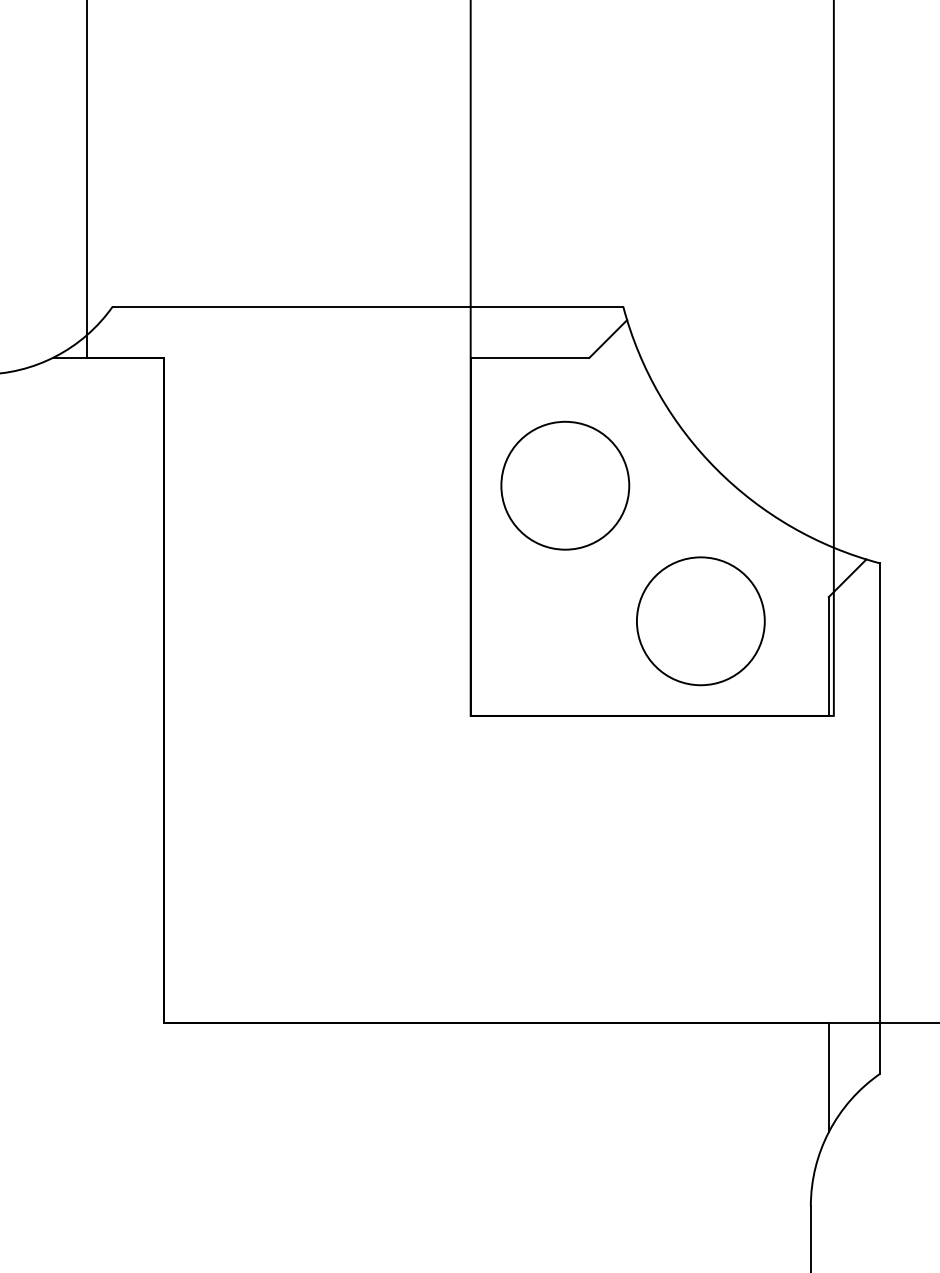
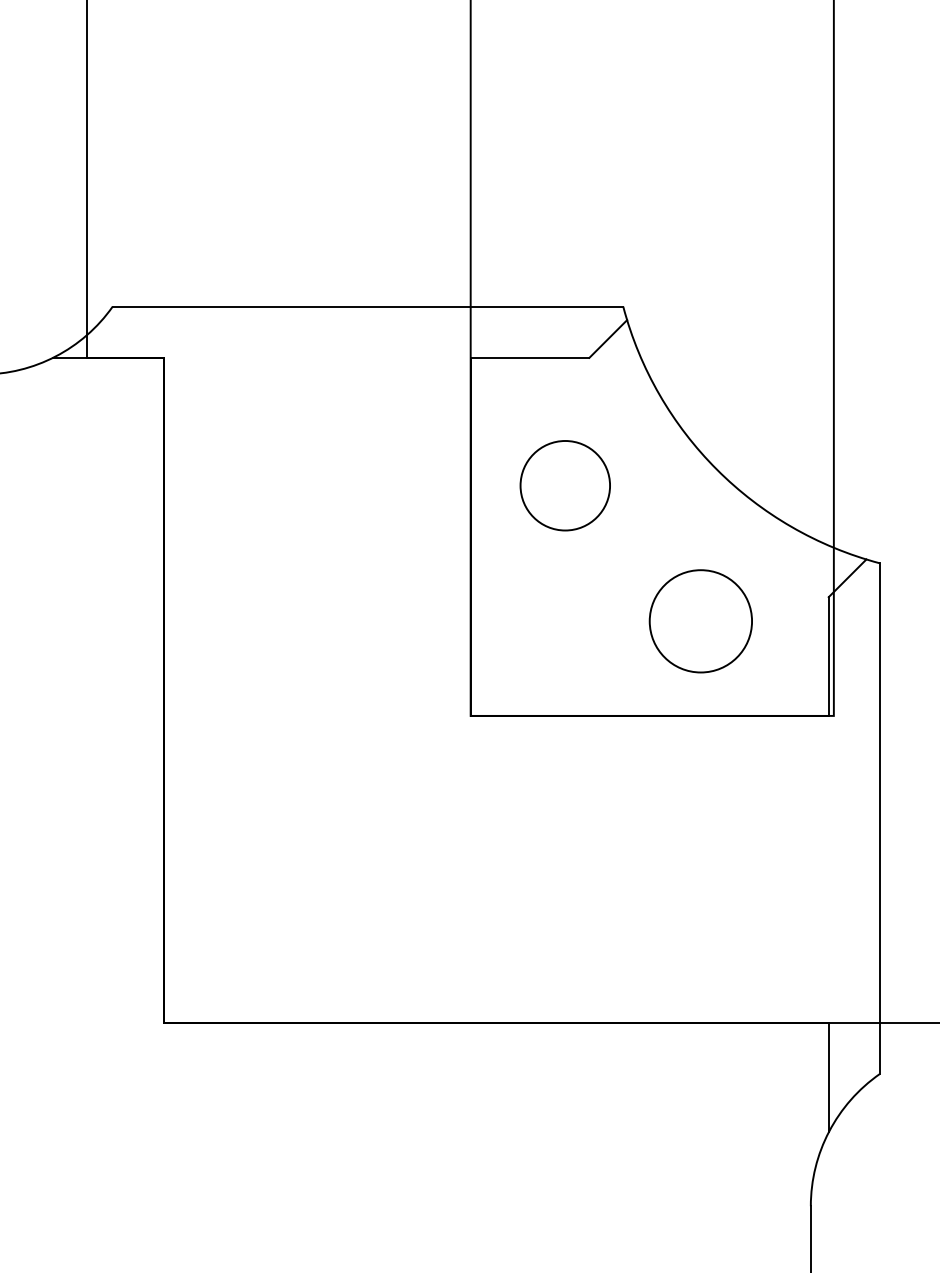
circle at (565, 485) diameter: 128 px -> 90 px
circle at (700, 621) size: 130x131 px -> 105x105 px
